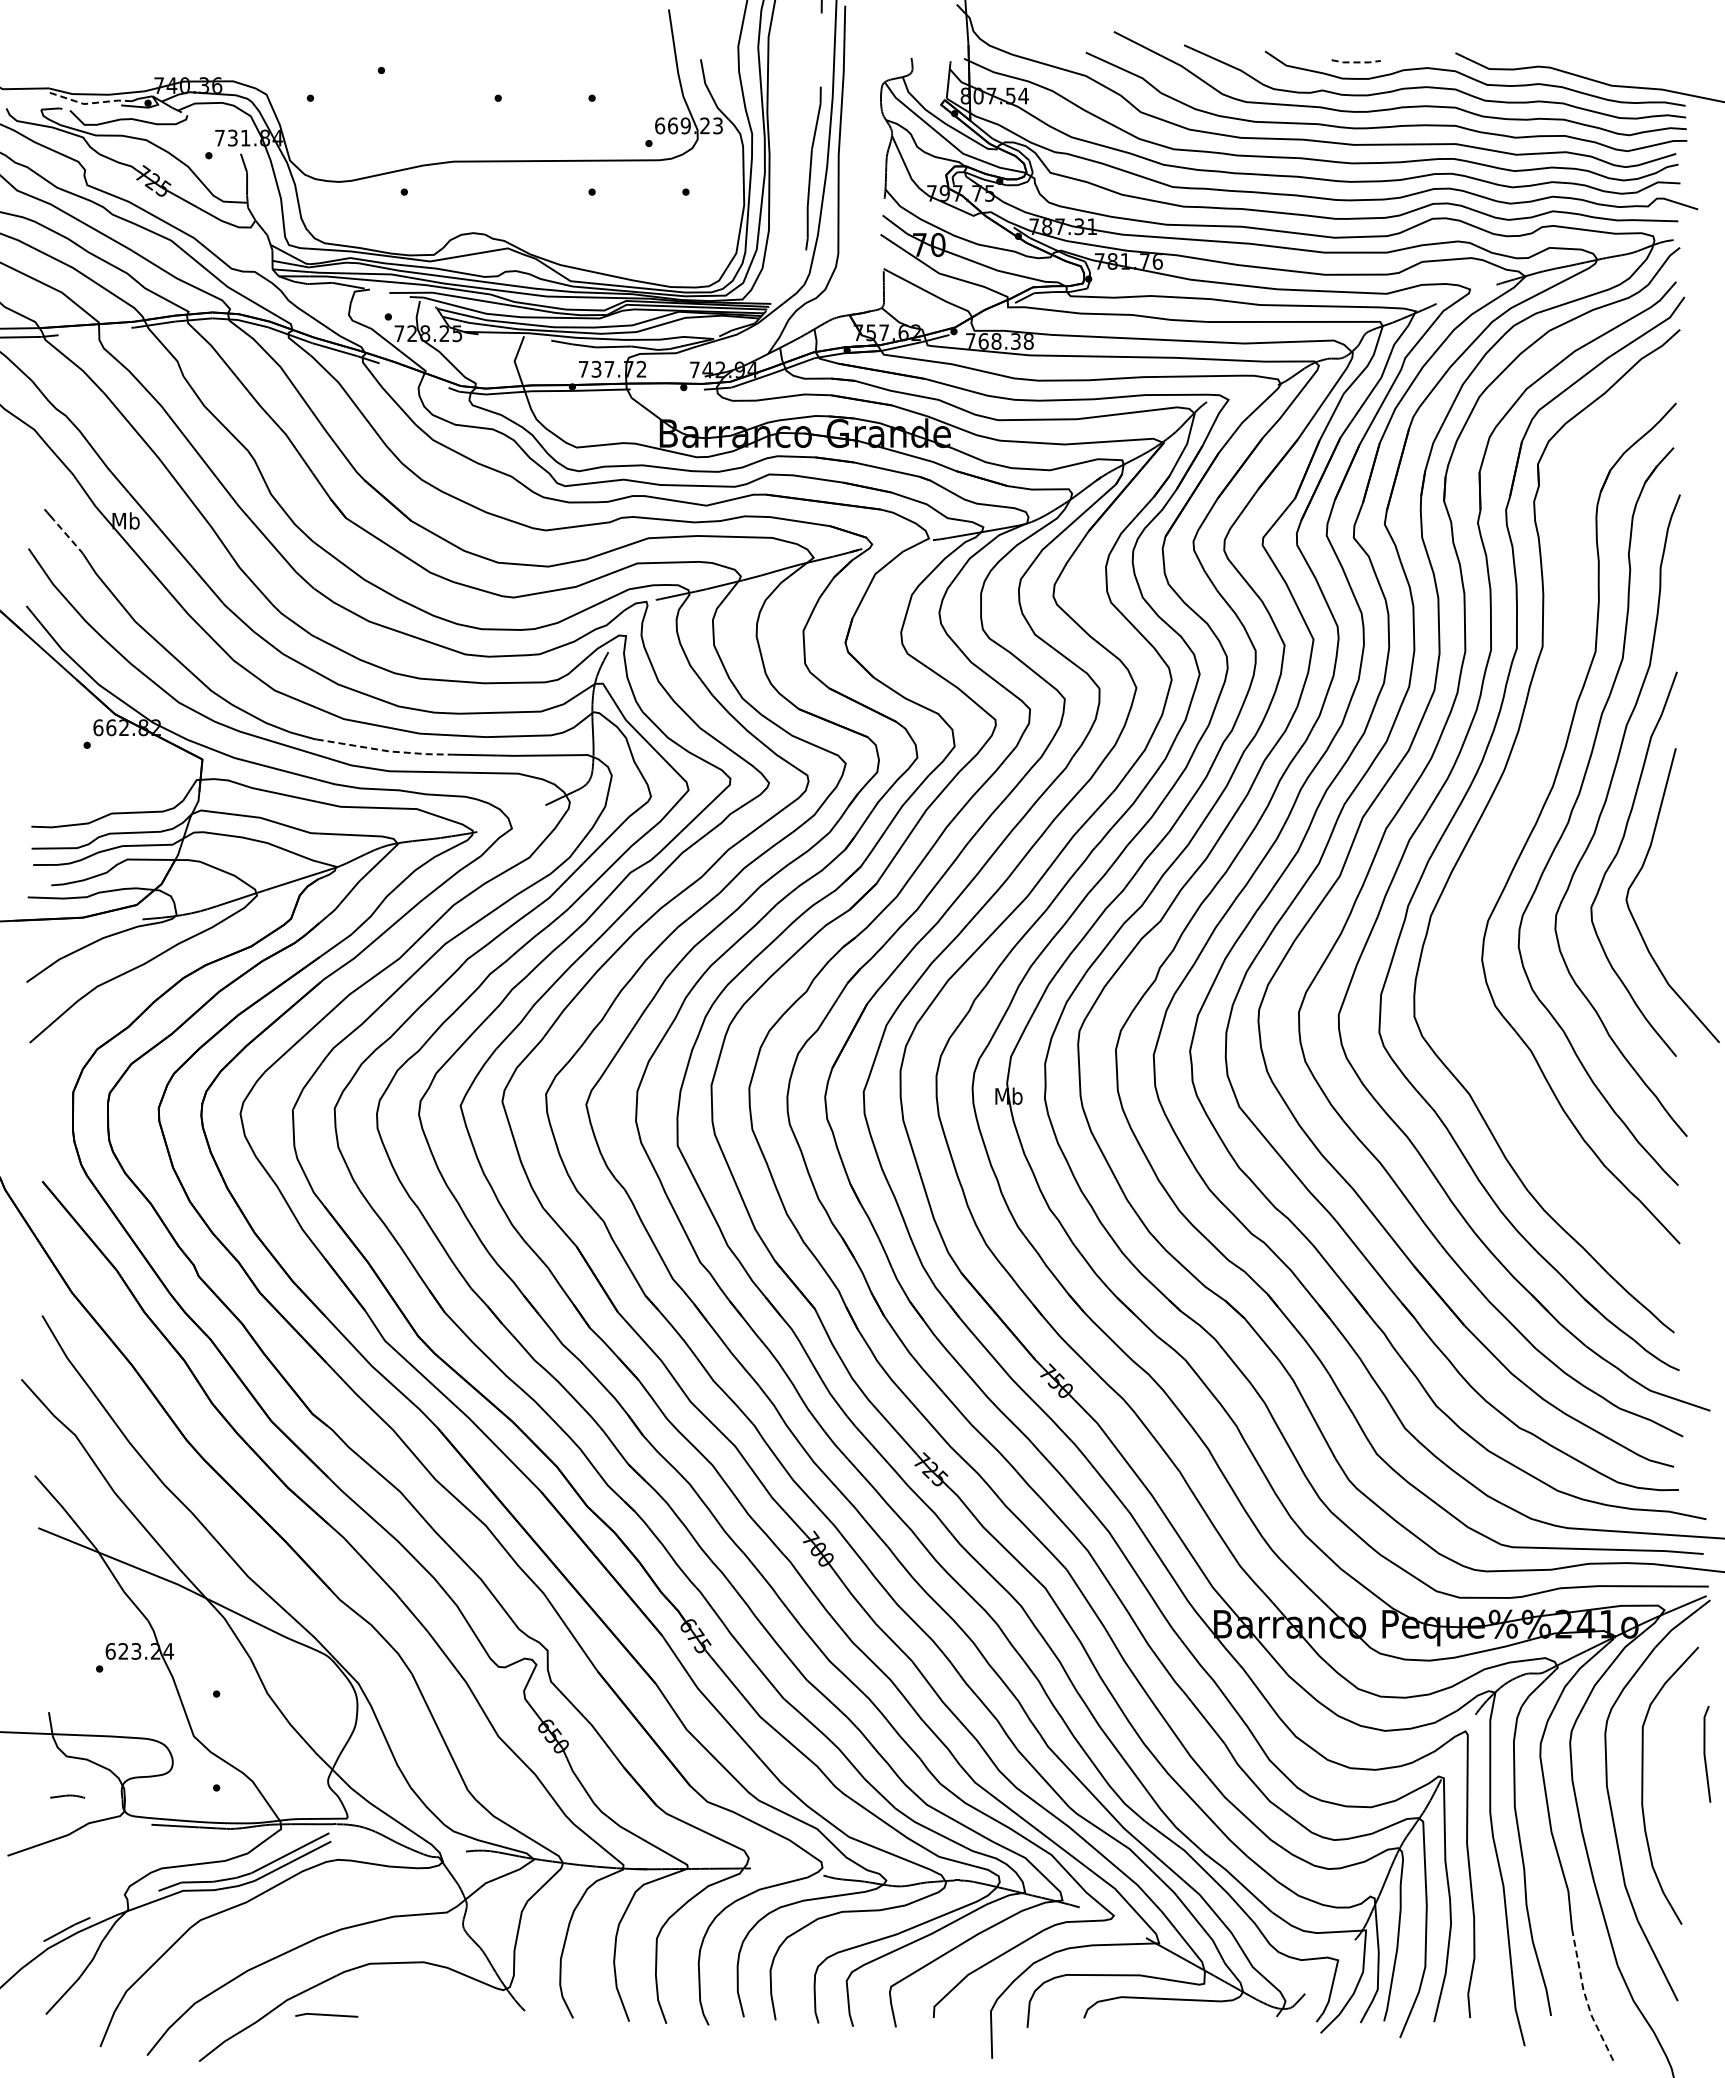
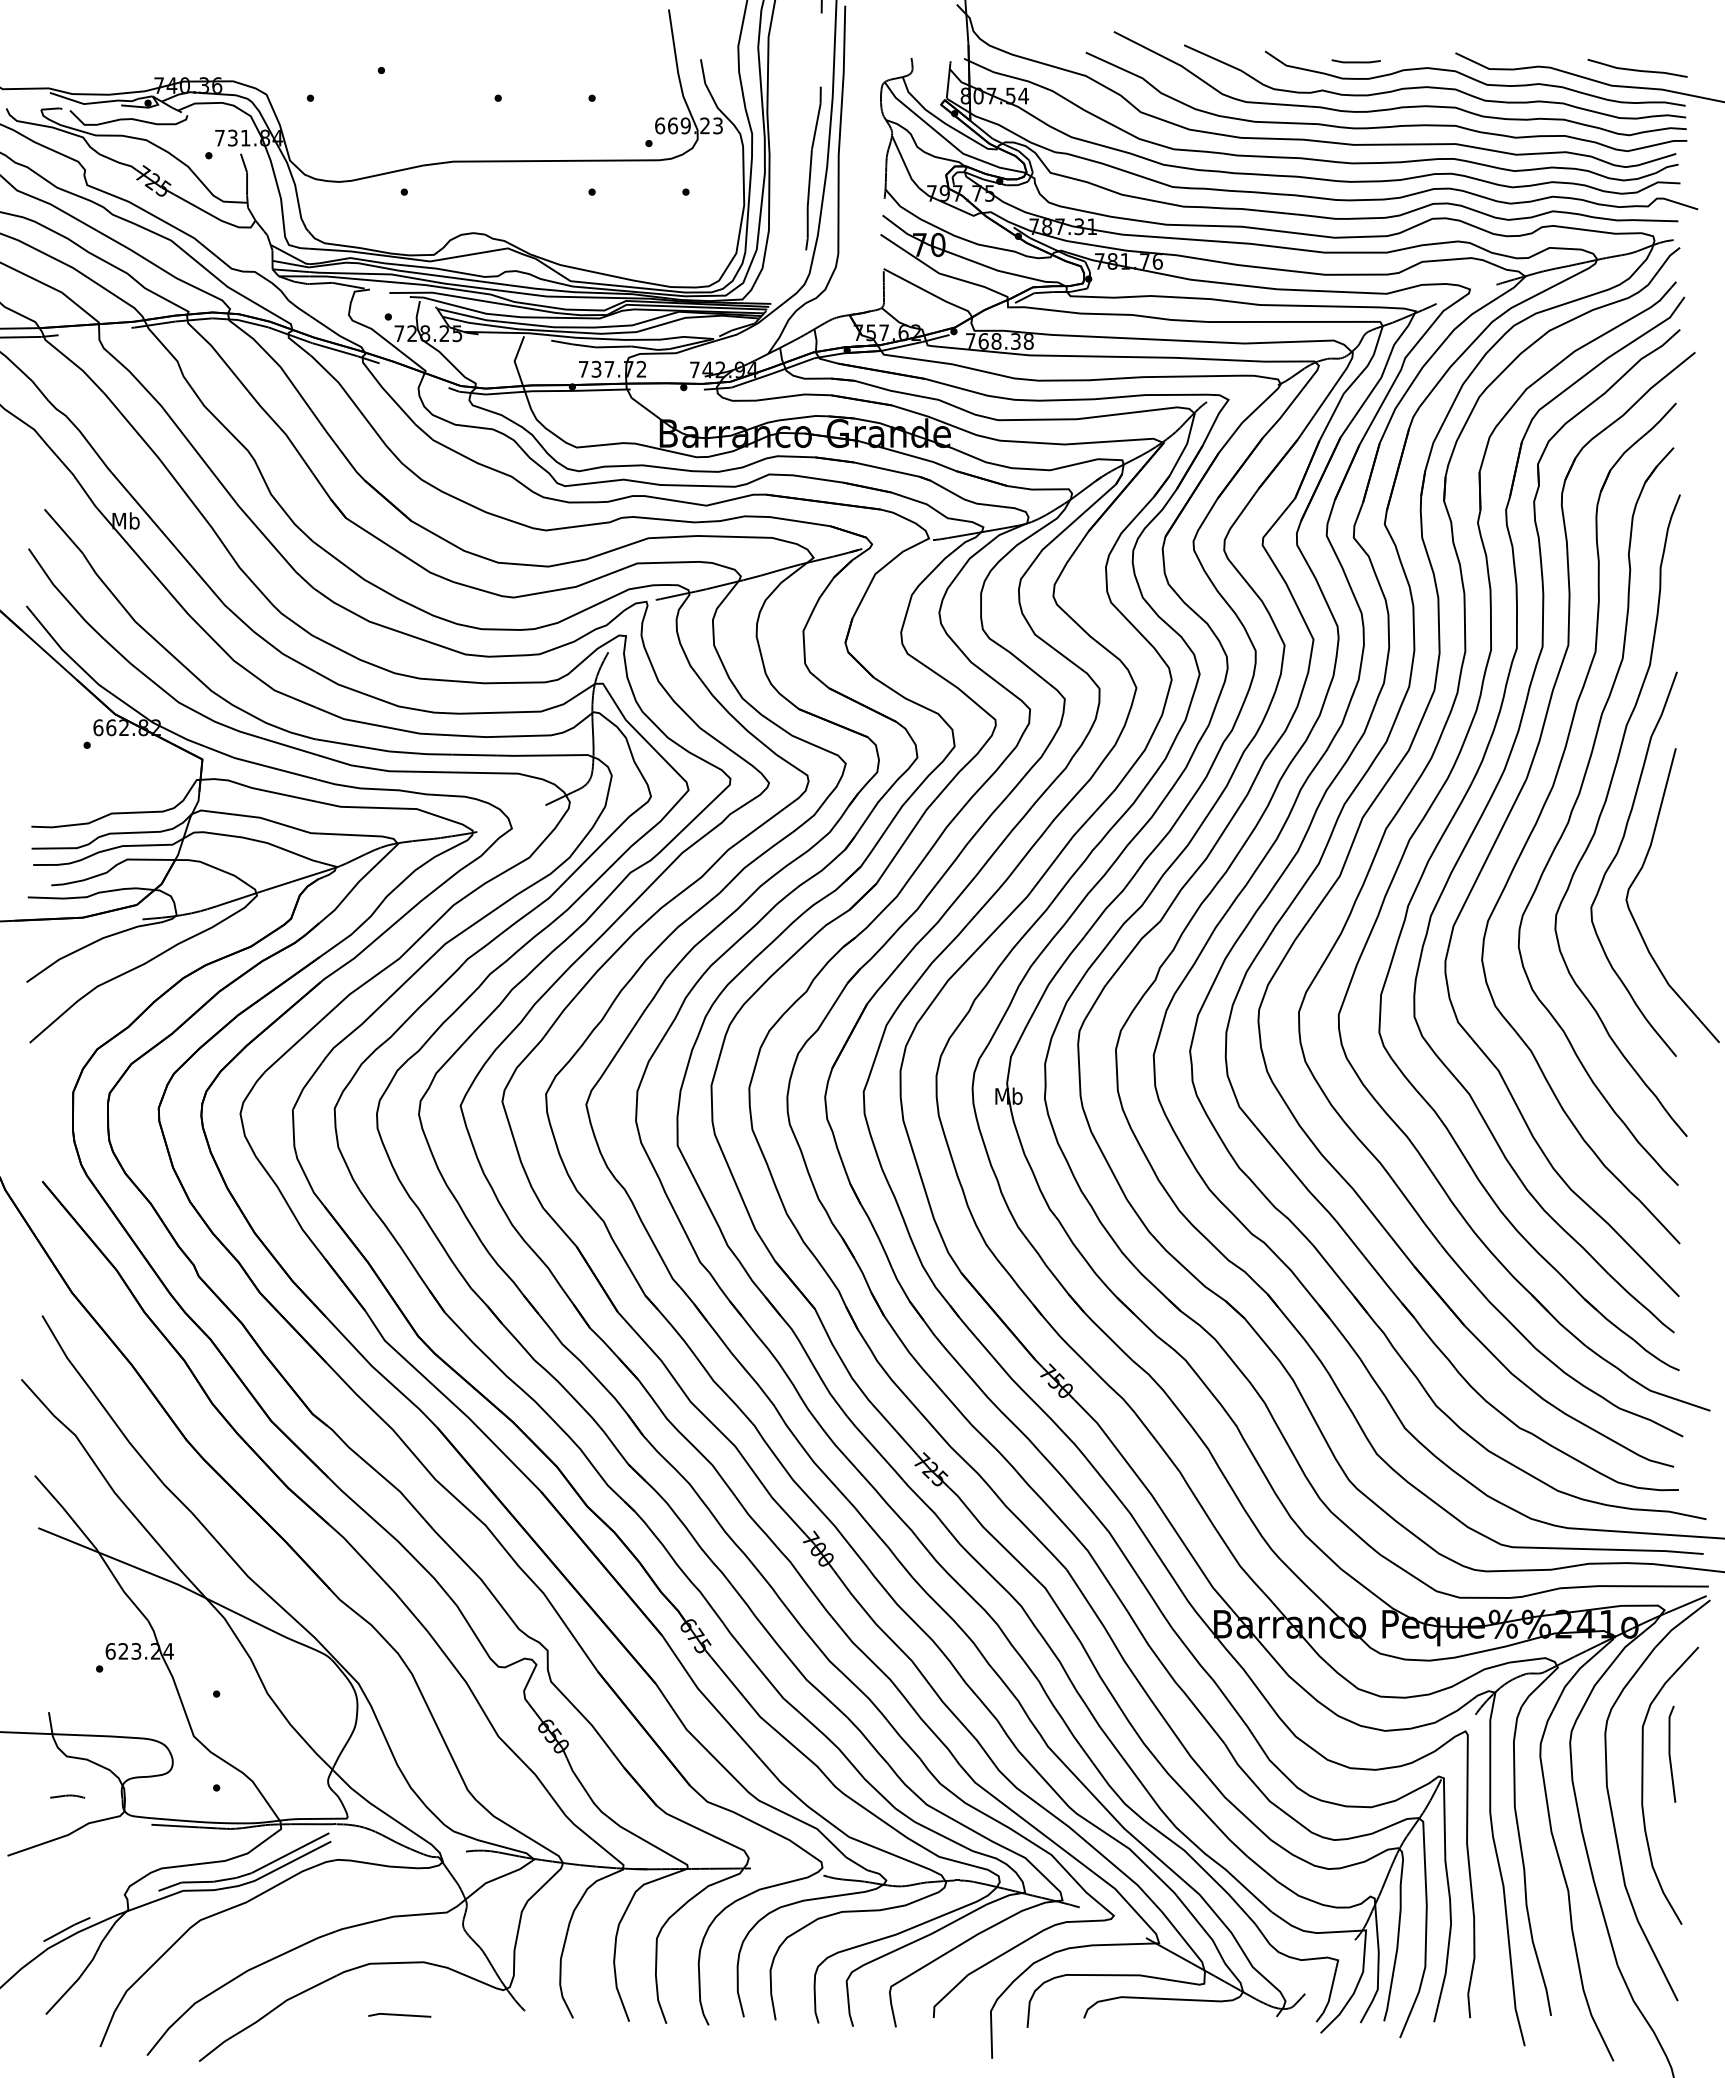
line at (1356, 62): dashed -> solid
curve at (1637, 69): none -> present
line at (90, 103): dashed -> solid
line at (68, 537): dashed -> solid
line at (385, 750): dashed -> solid
part at (1517, 799): none -> present
line at (1705, 1753) position: (1705, 1753) -> (1670, 1753)
line at (1585, 1997): dashed -> solid
line at (326, 2015) position: (326, 2015) -> (399, 2015)
